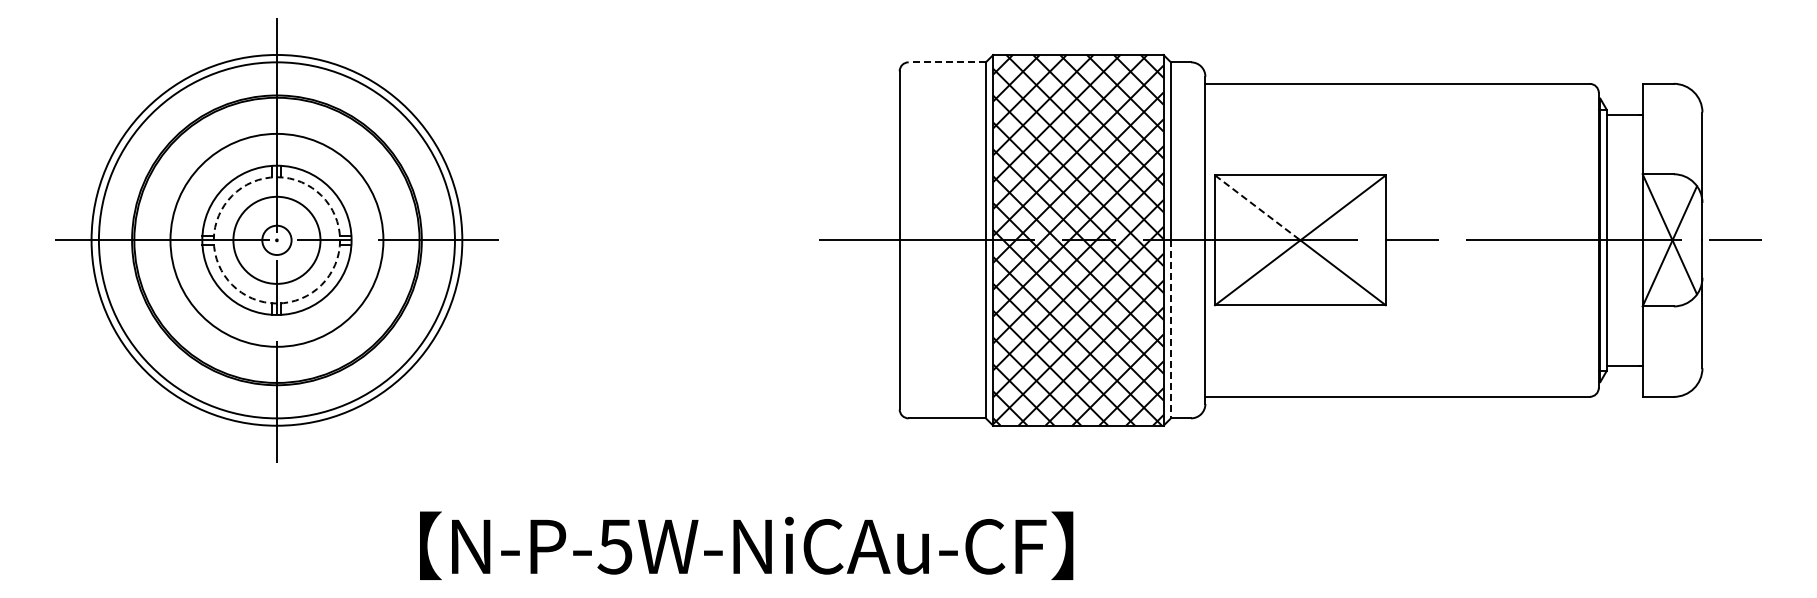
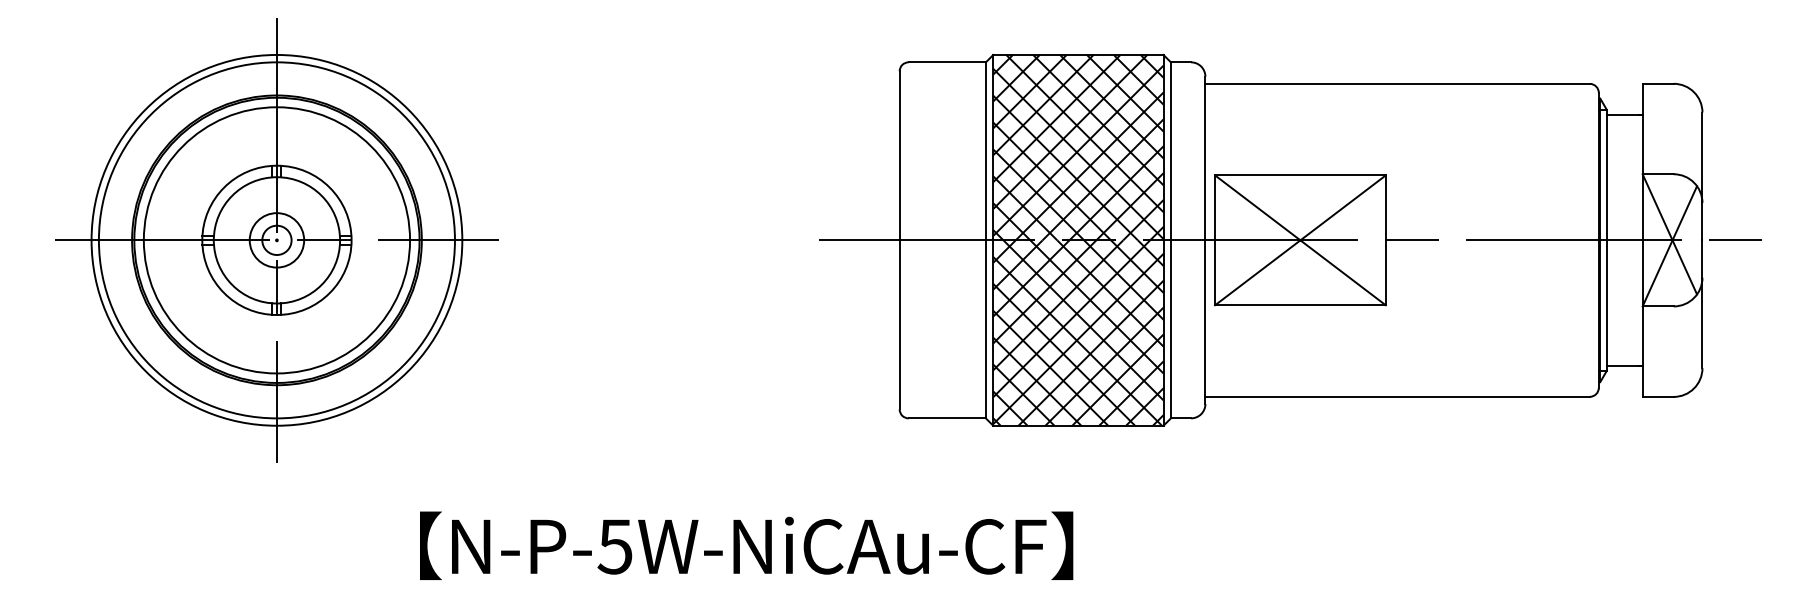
line at (947, 62): dashed -> solid
line at (1257, 207): dashed -> solid
circle at (276, 239) diameter: 213 px -> 266 px
circle at (276, 239) diameter: 87 px -> 54 px
circle at (276, 240): dashed -> solid
line at (1170, 329): dashed -> solid
